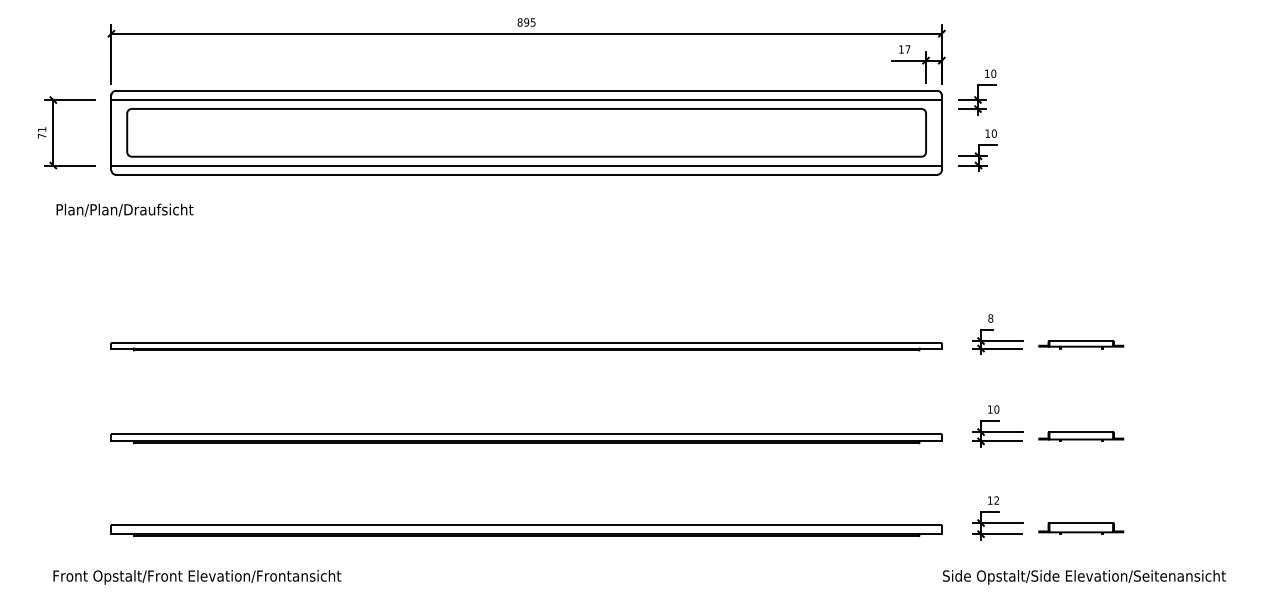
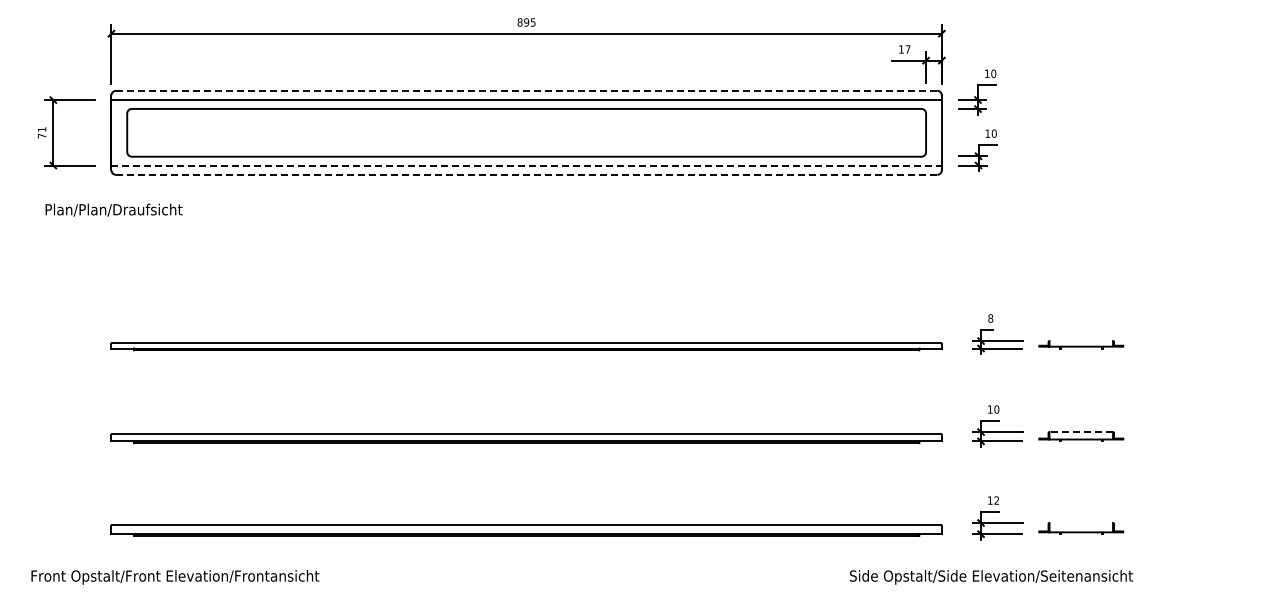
line at (526, 90): solid -> dashed
line at (527, 165): solid -> dashed
line at (526, 174): solid -> dashed
text at (124, 209) position: (124, 209) -> (113, 209)
line at (1081, 341): present -> none
line at (1081, 432): solid -> dashed
line at (1081, 523): present -> none
text at (197, 577) position: (197, 577) -> (175, 577)
text at (1084, 577) position: (1084, 577) -> (991, 577)
